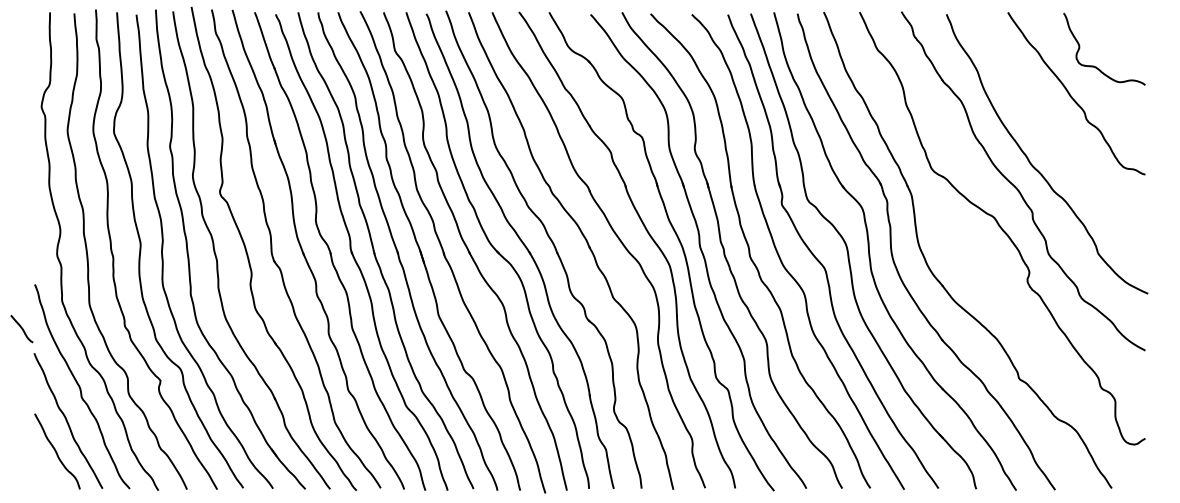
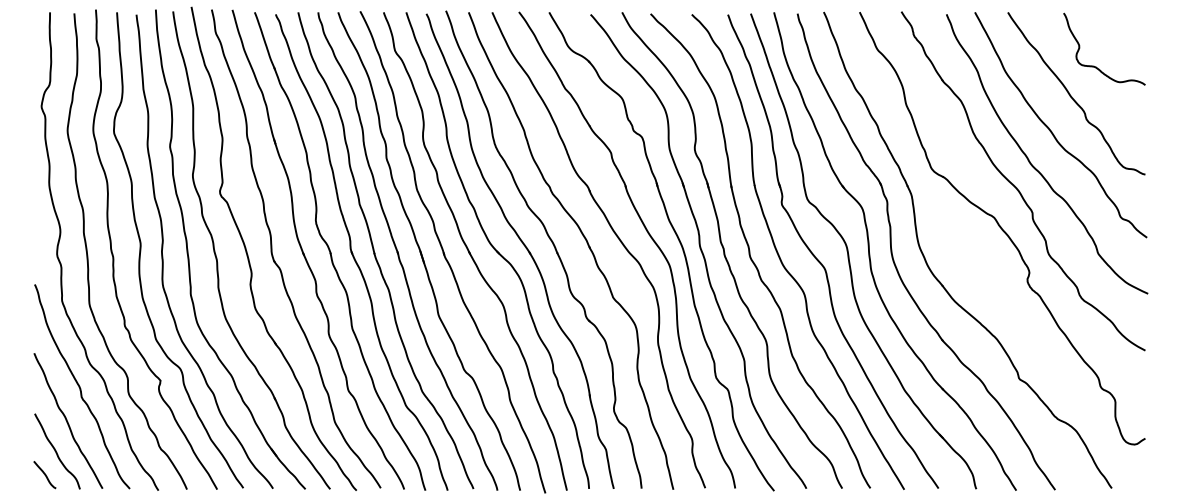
curve at (1052, 131): none -> present
curve at (21, 329) position: (21, 329) -> (44, 475)
